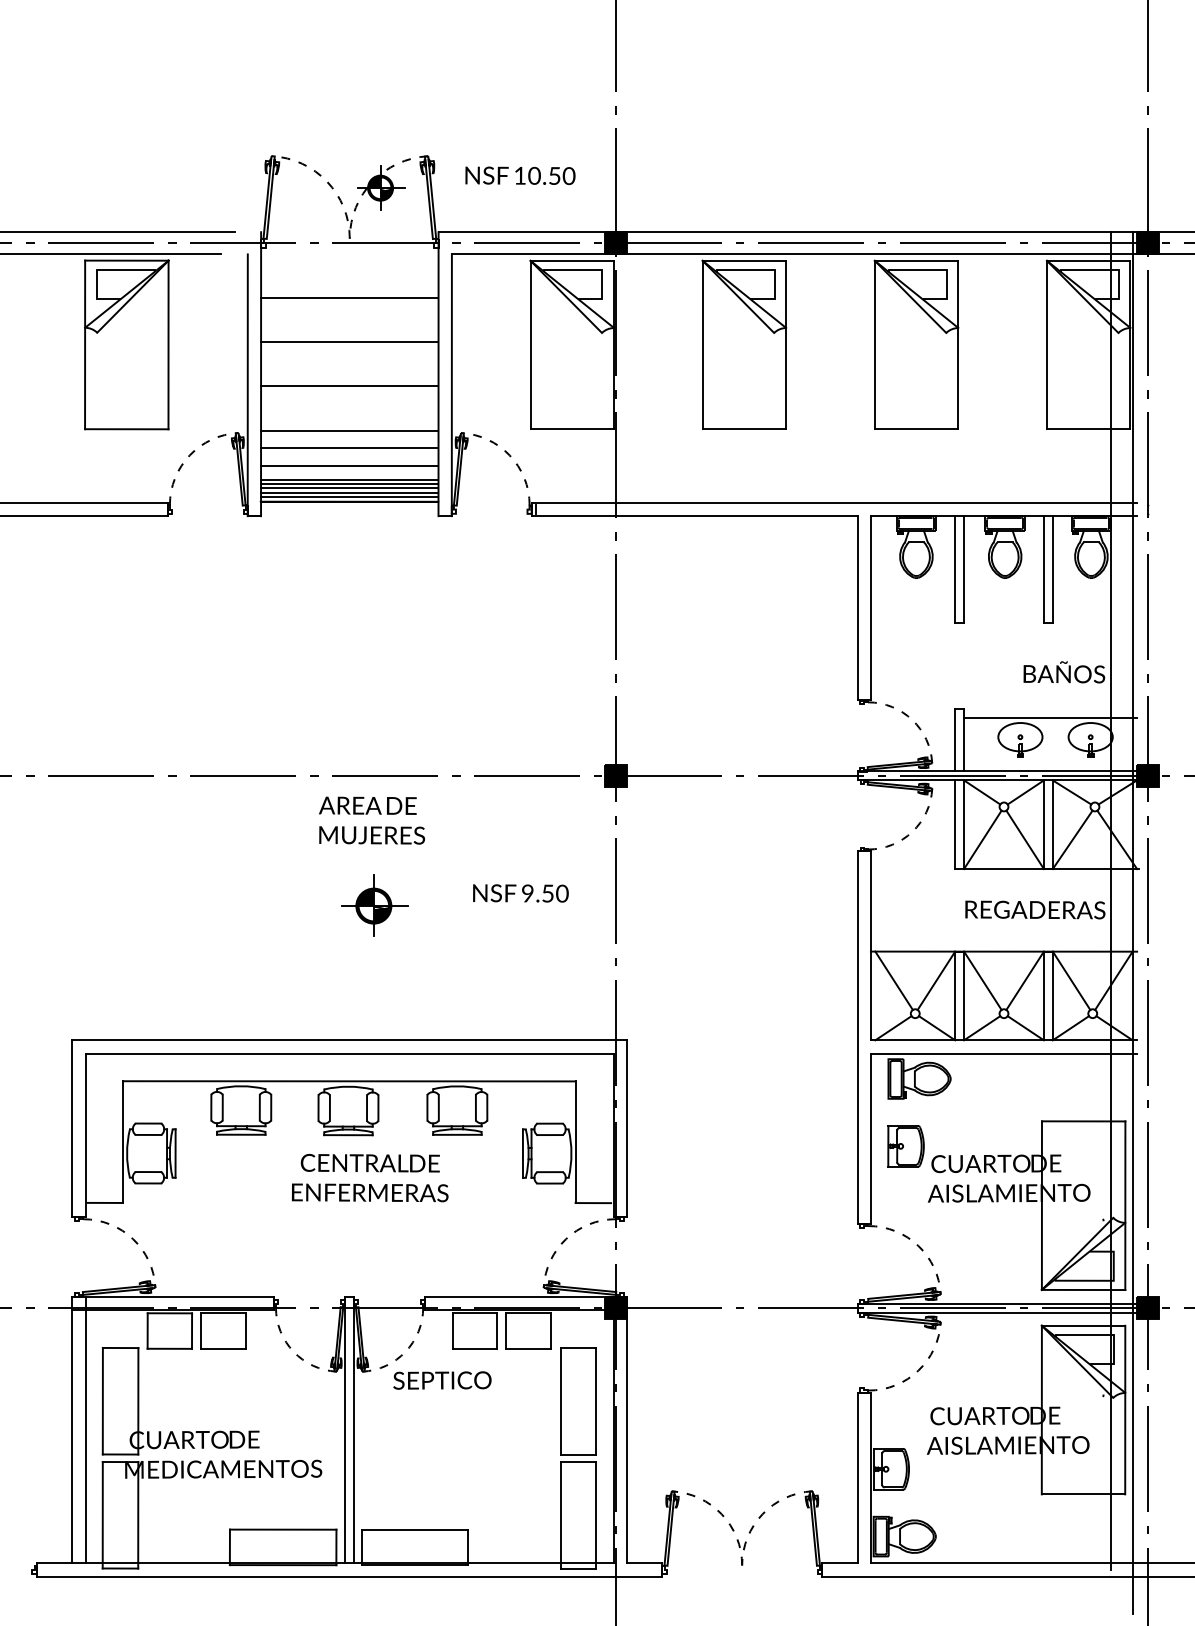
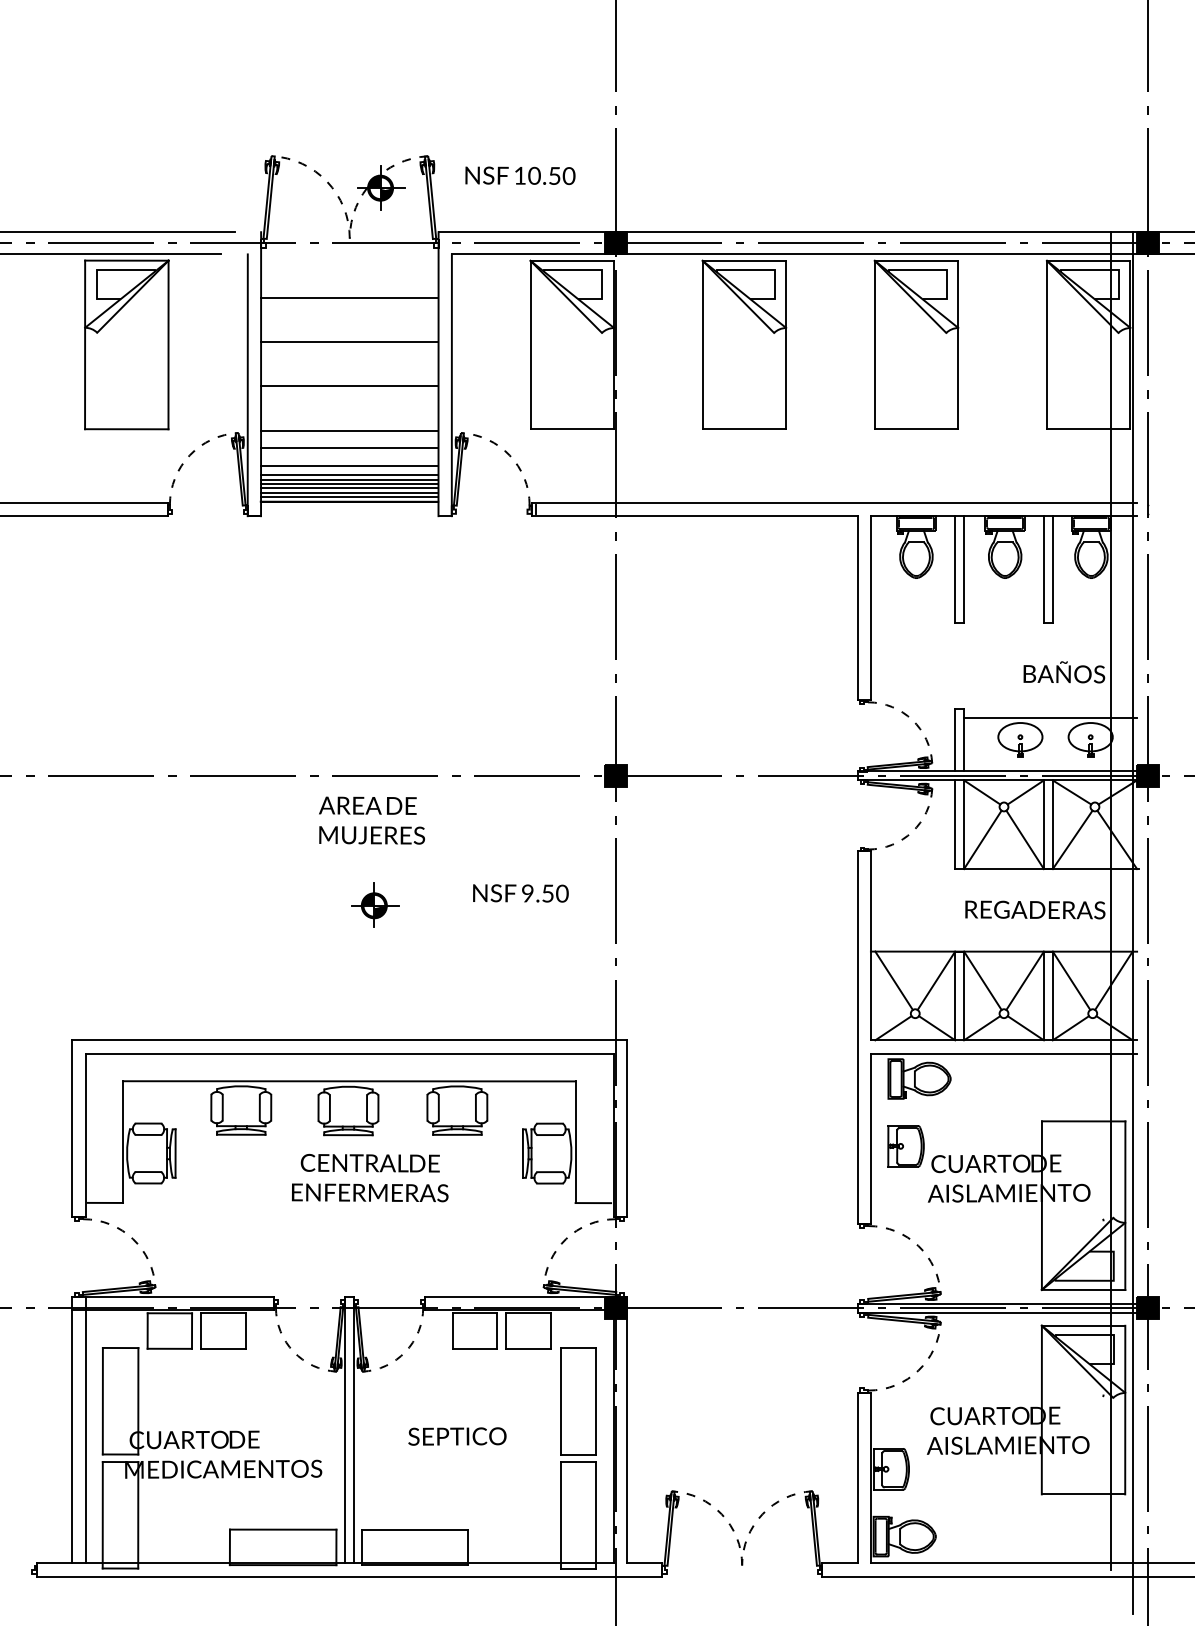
line at (349, 475): none -> present
part at (374, 905) size: 68x63 px -> 49x46 px
text at (442, 1380) position: (442, 1380) -> (457, 1436)
